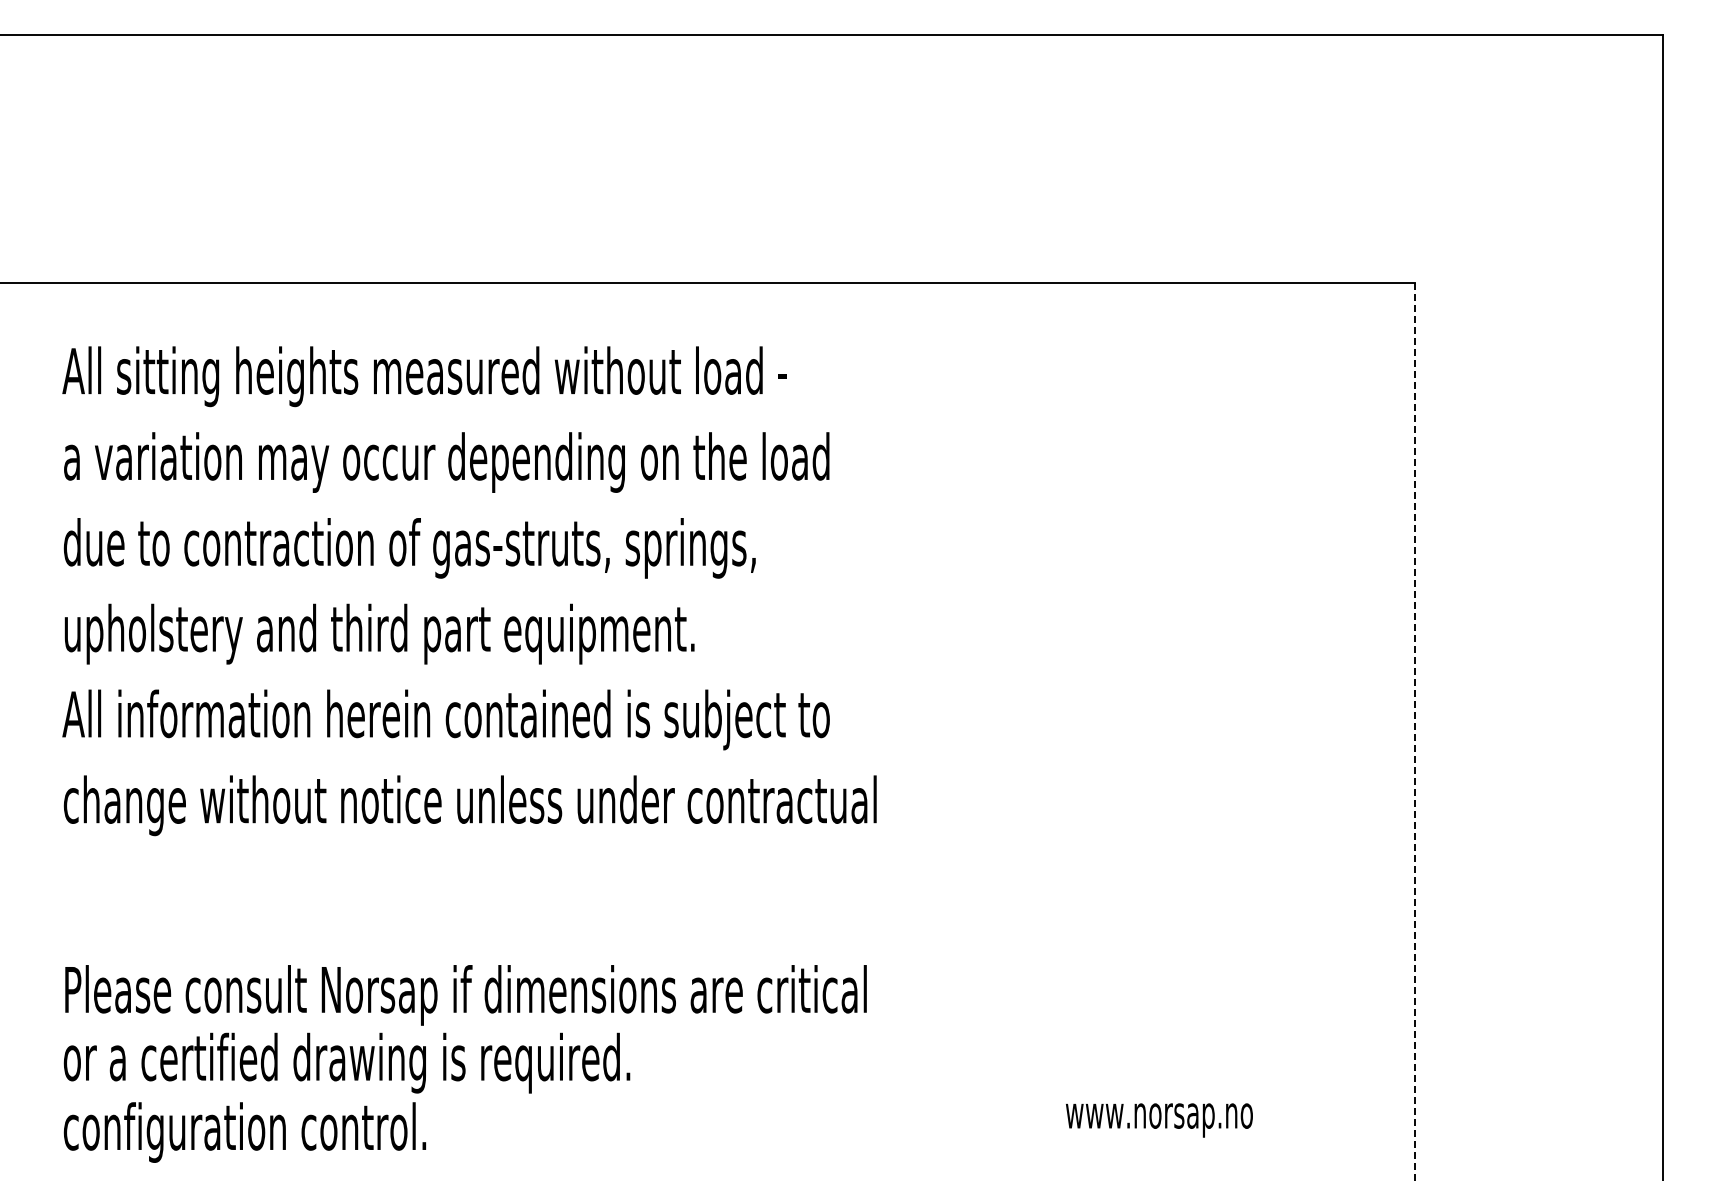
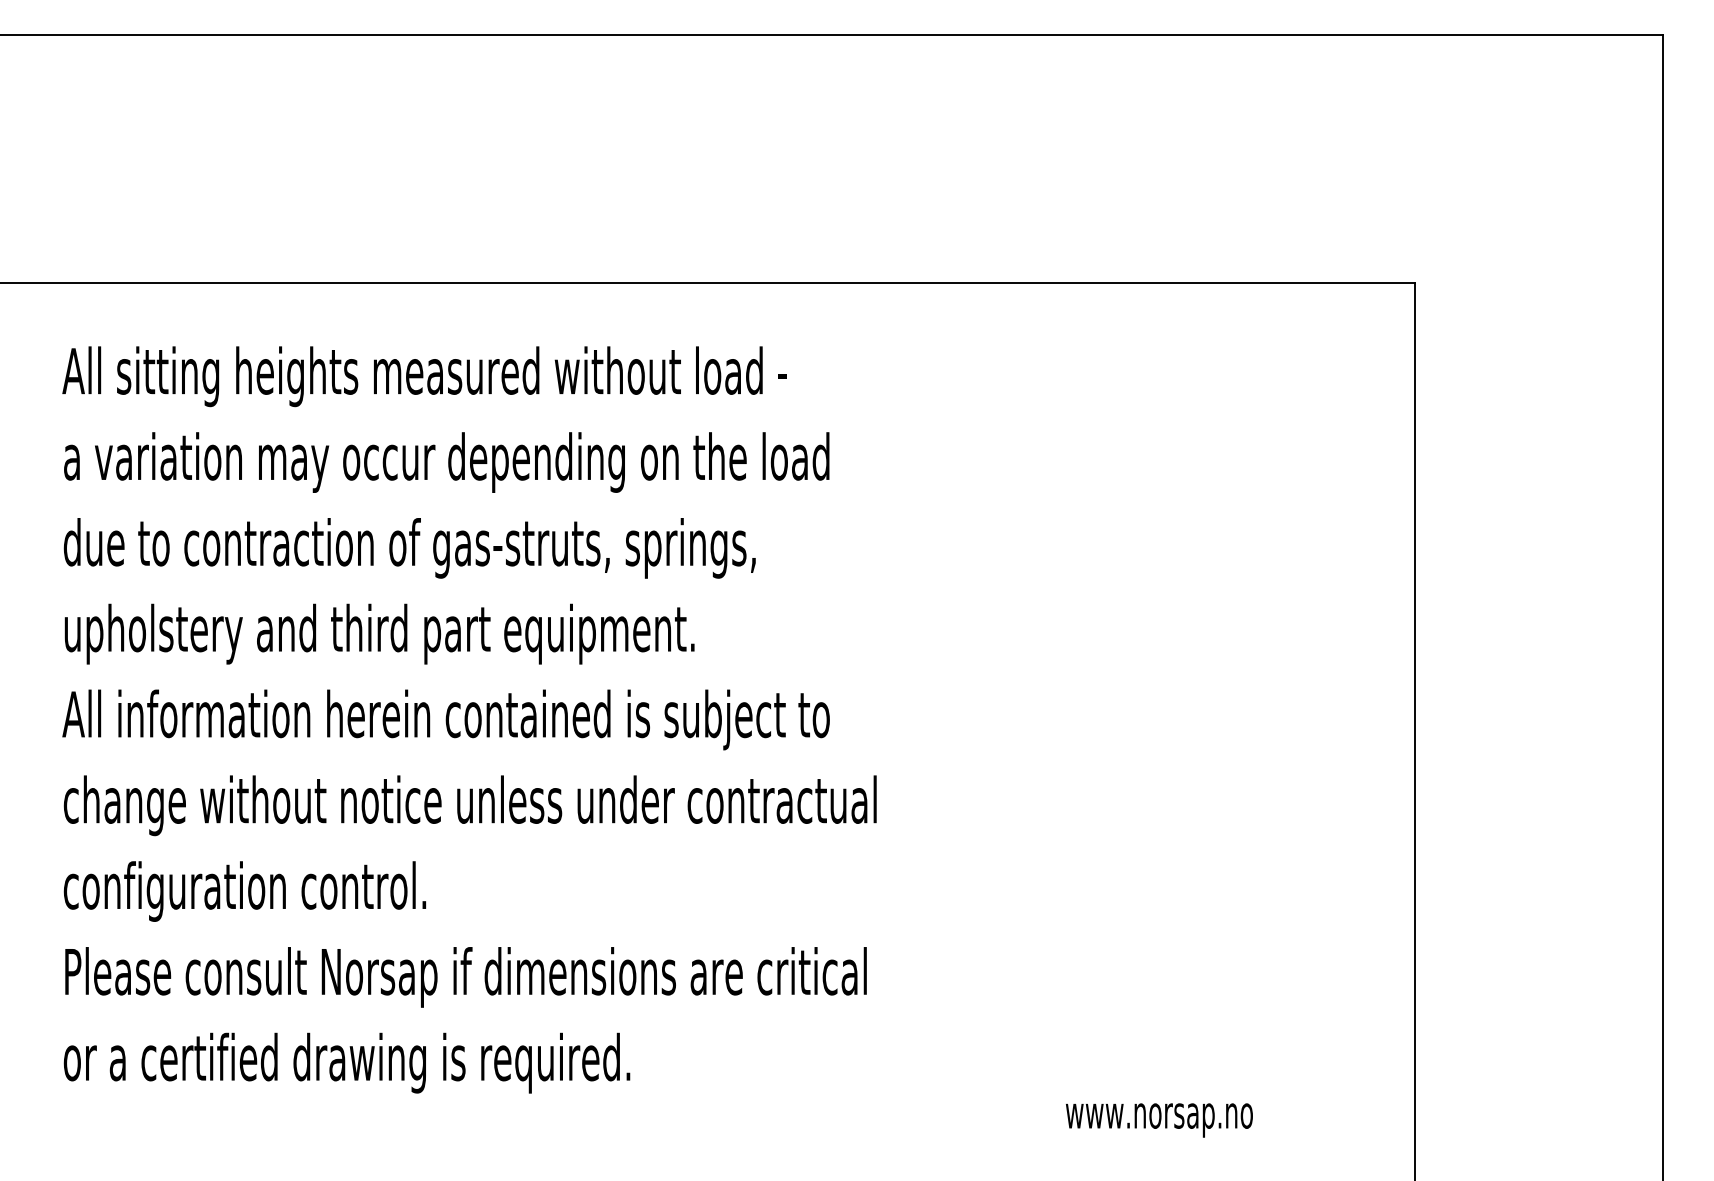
line at (1415, 731): dashed -> solid
text at (465, 995) position: (465, 995) -> (465, 977)
text at (244, 1132) position: (244, 1132) -> (244, 891)
